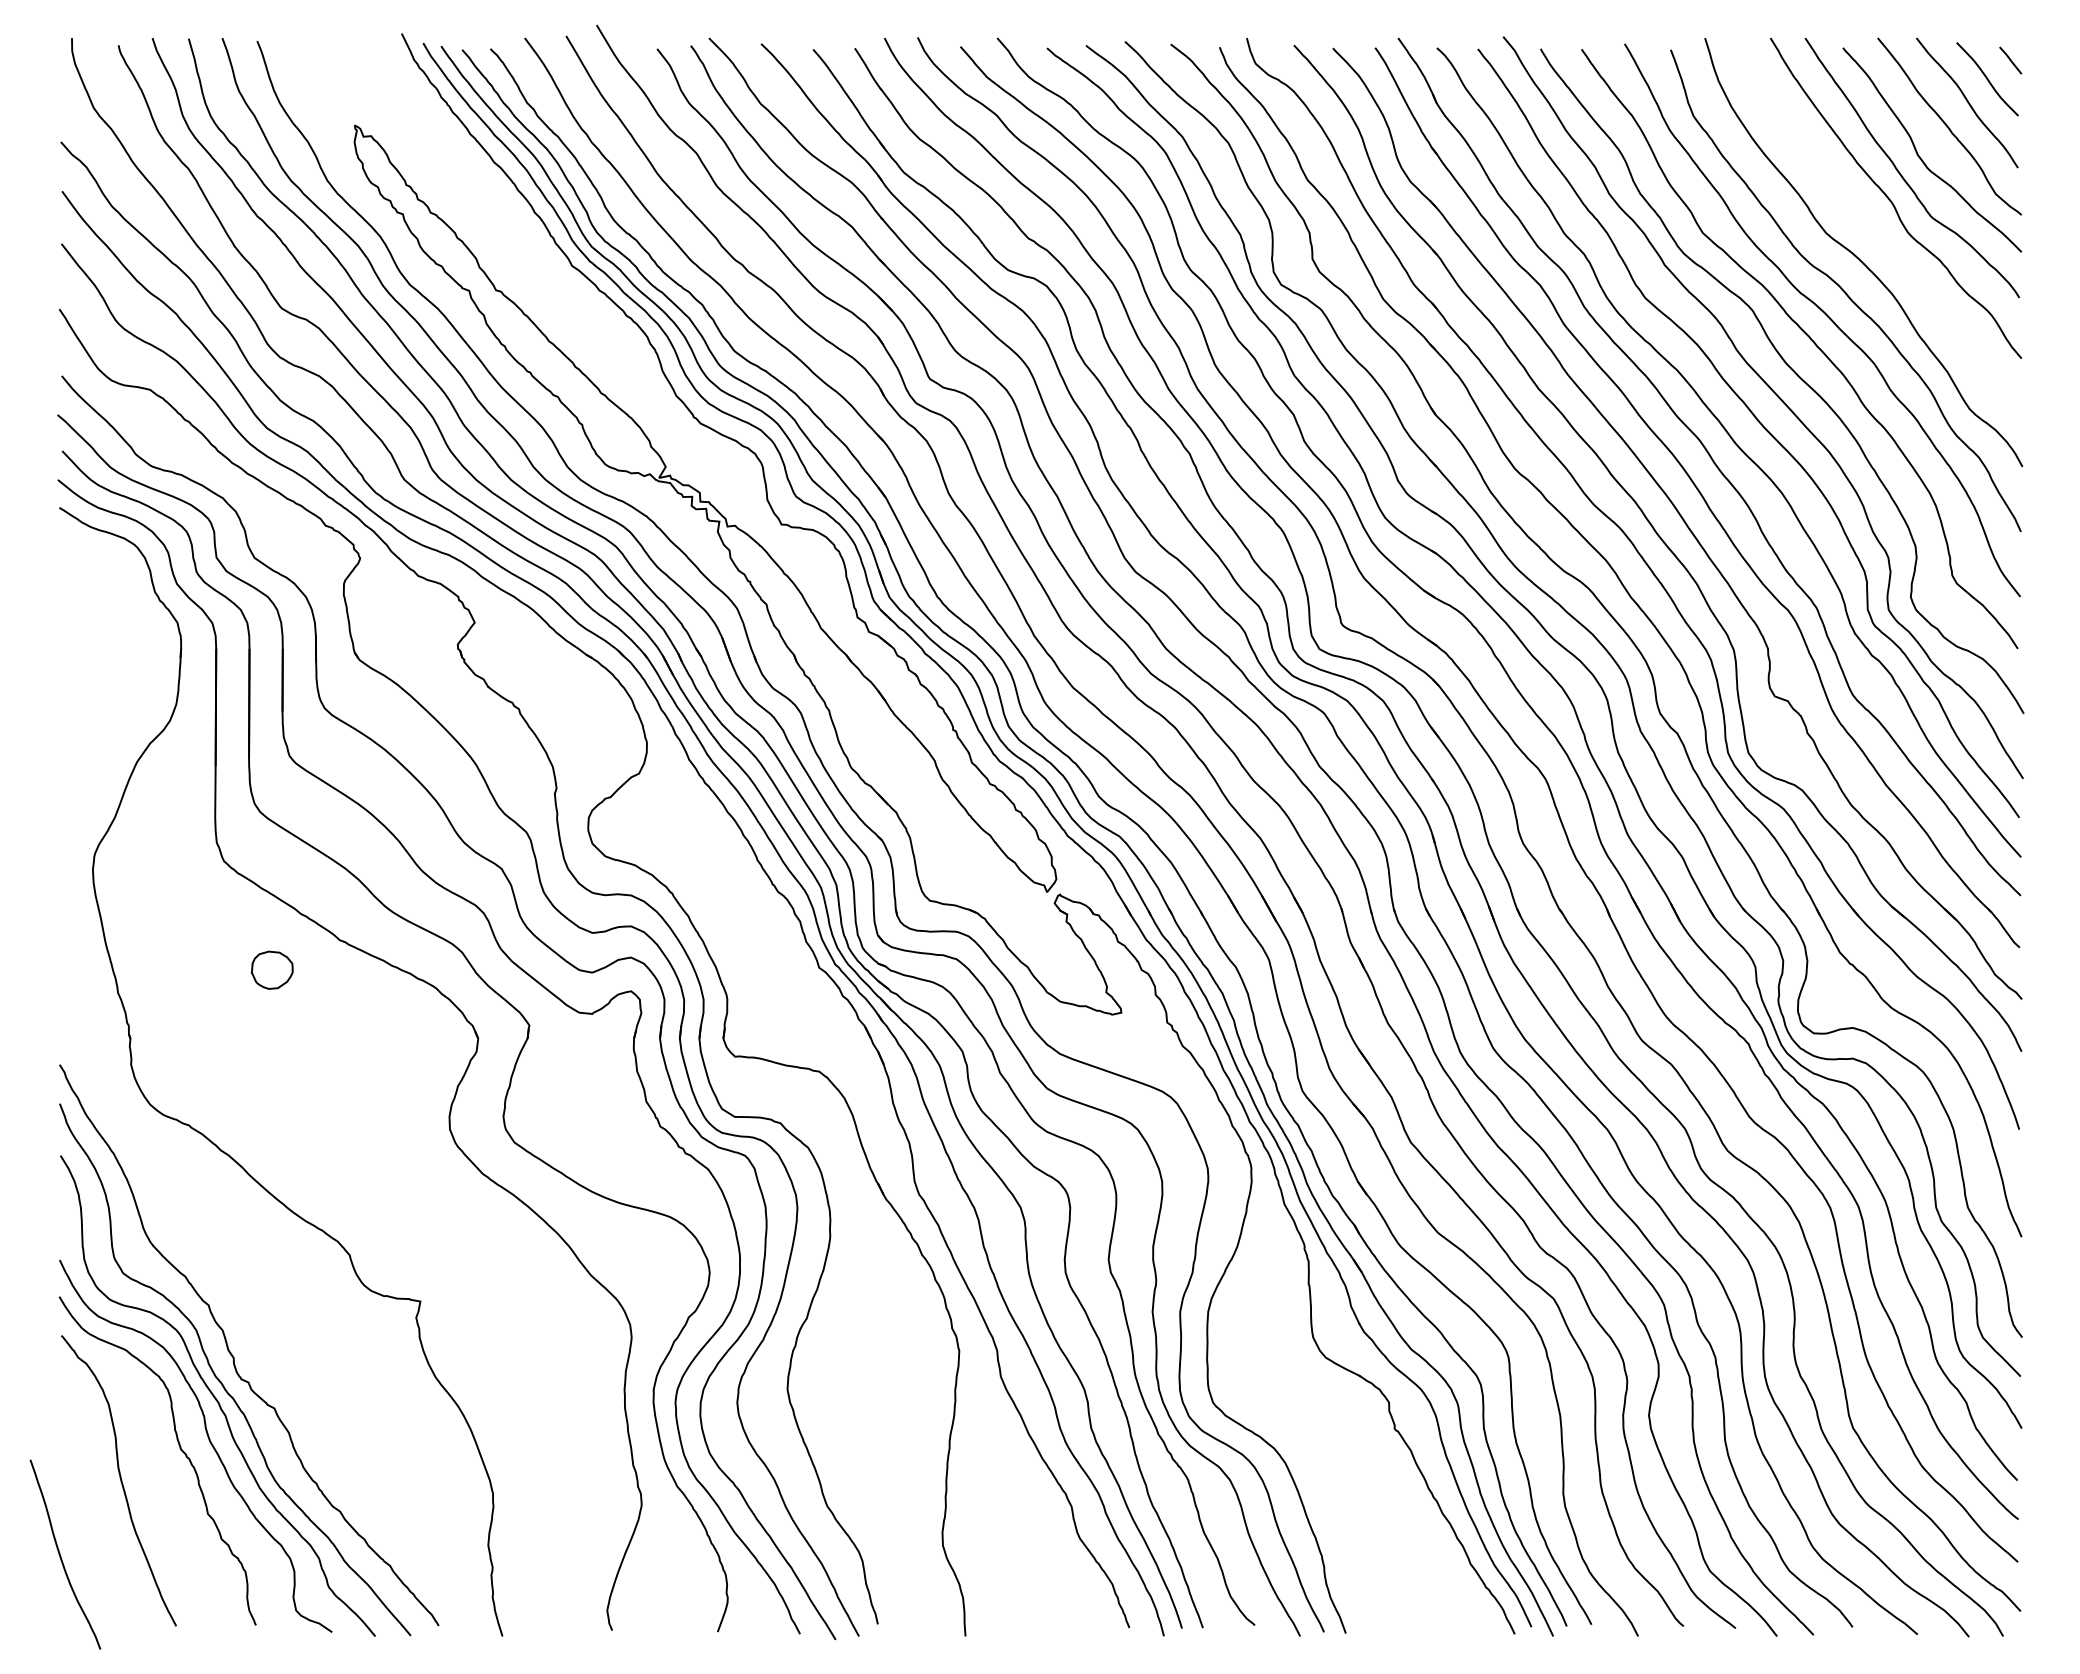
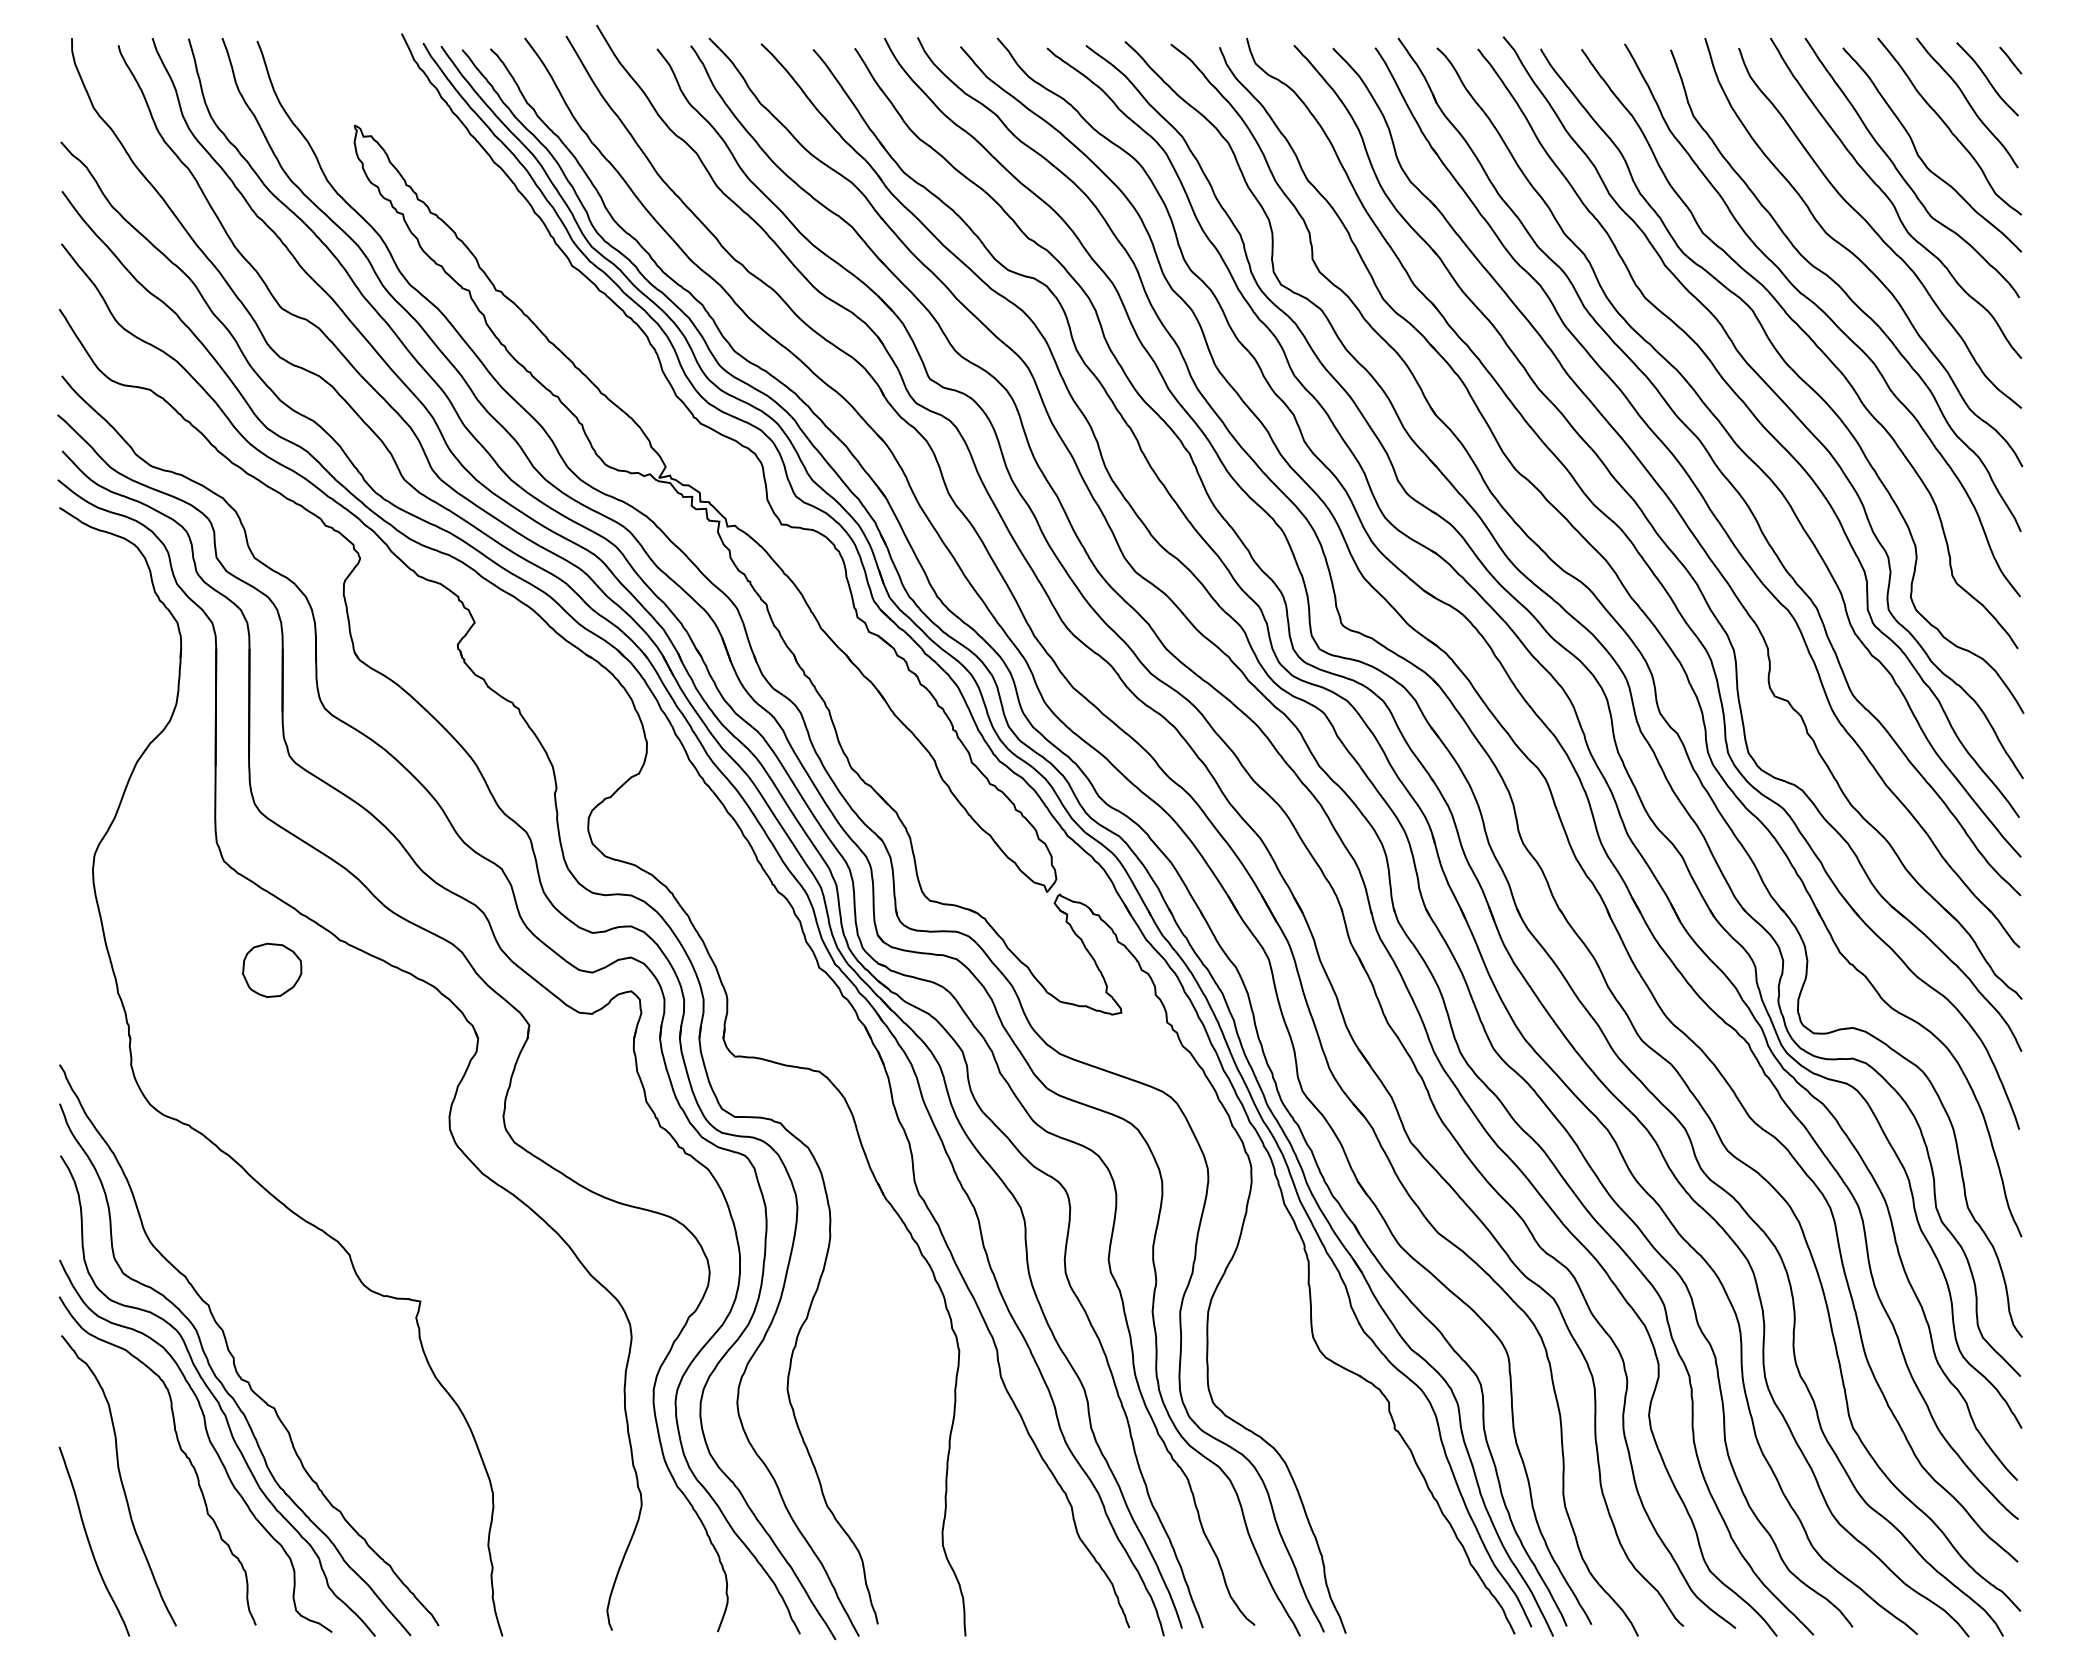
curve at (1875, 230): none -> present
part at (271, 969) size: 44x40 px -> 61x56 px
curve at (61, 1556) position: (61, 1556) -> (90, 1543)
